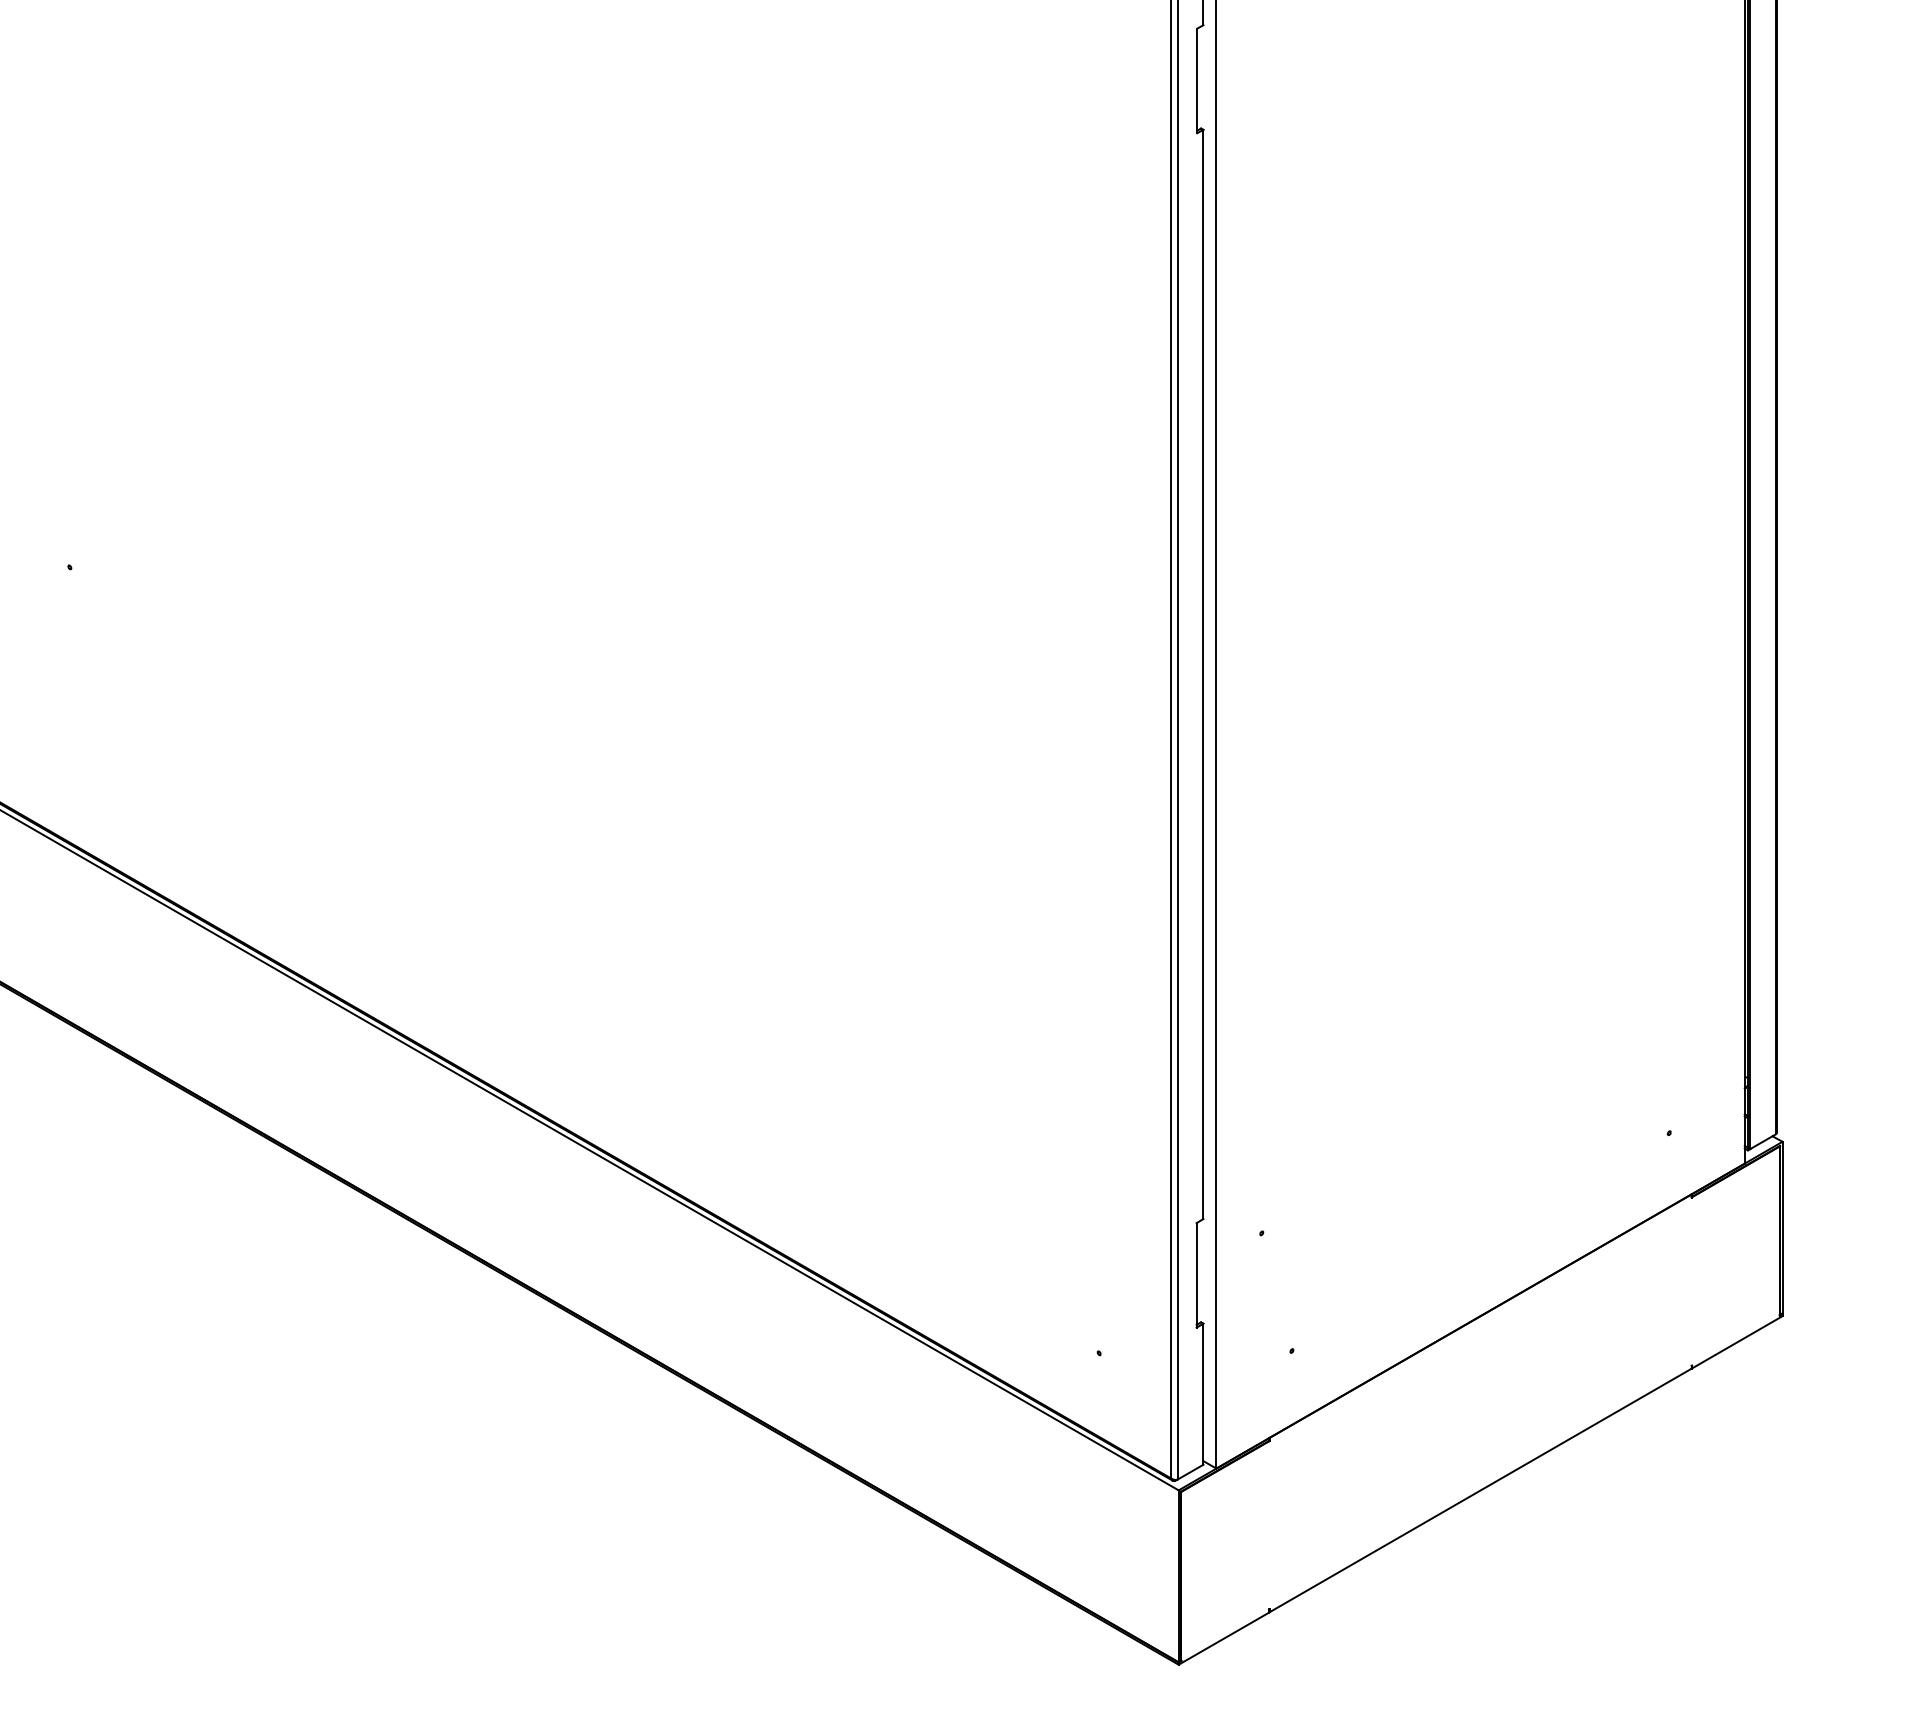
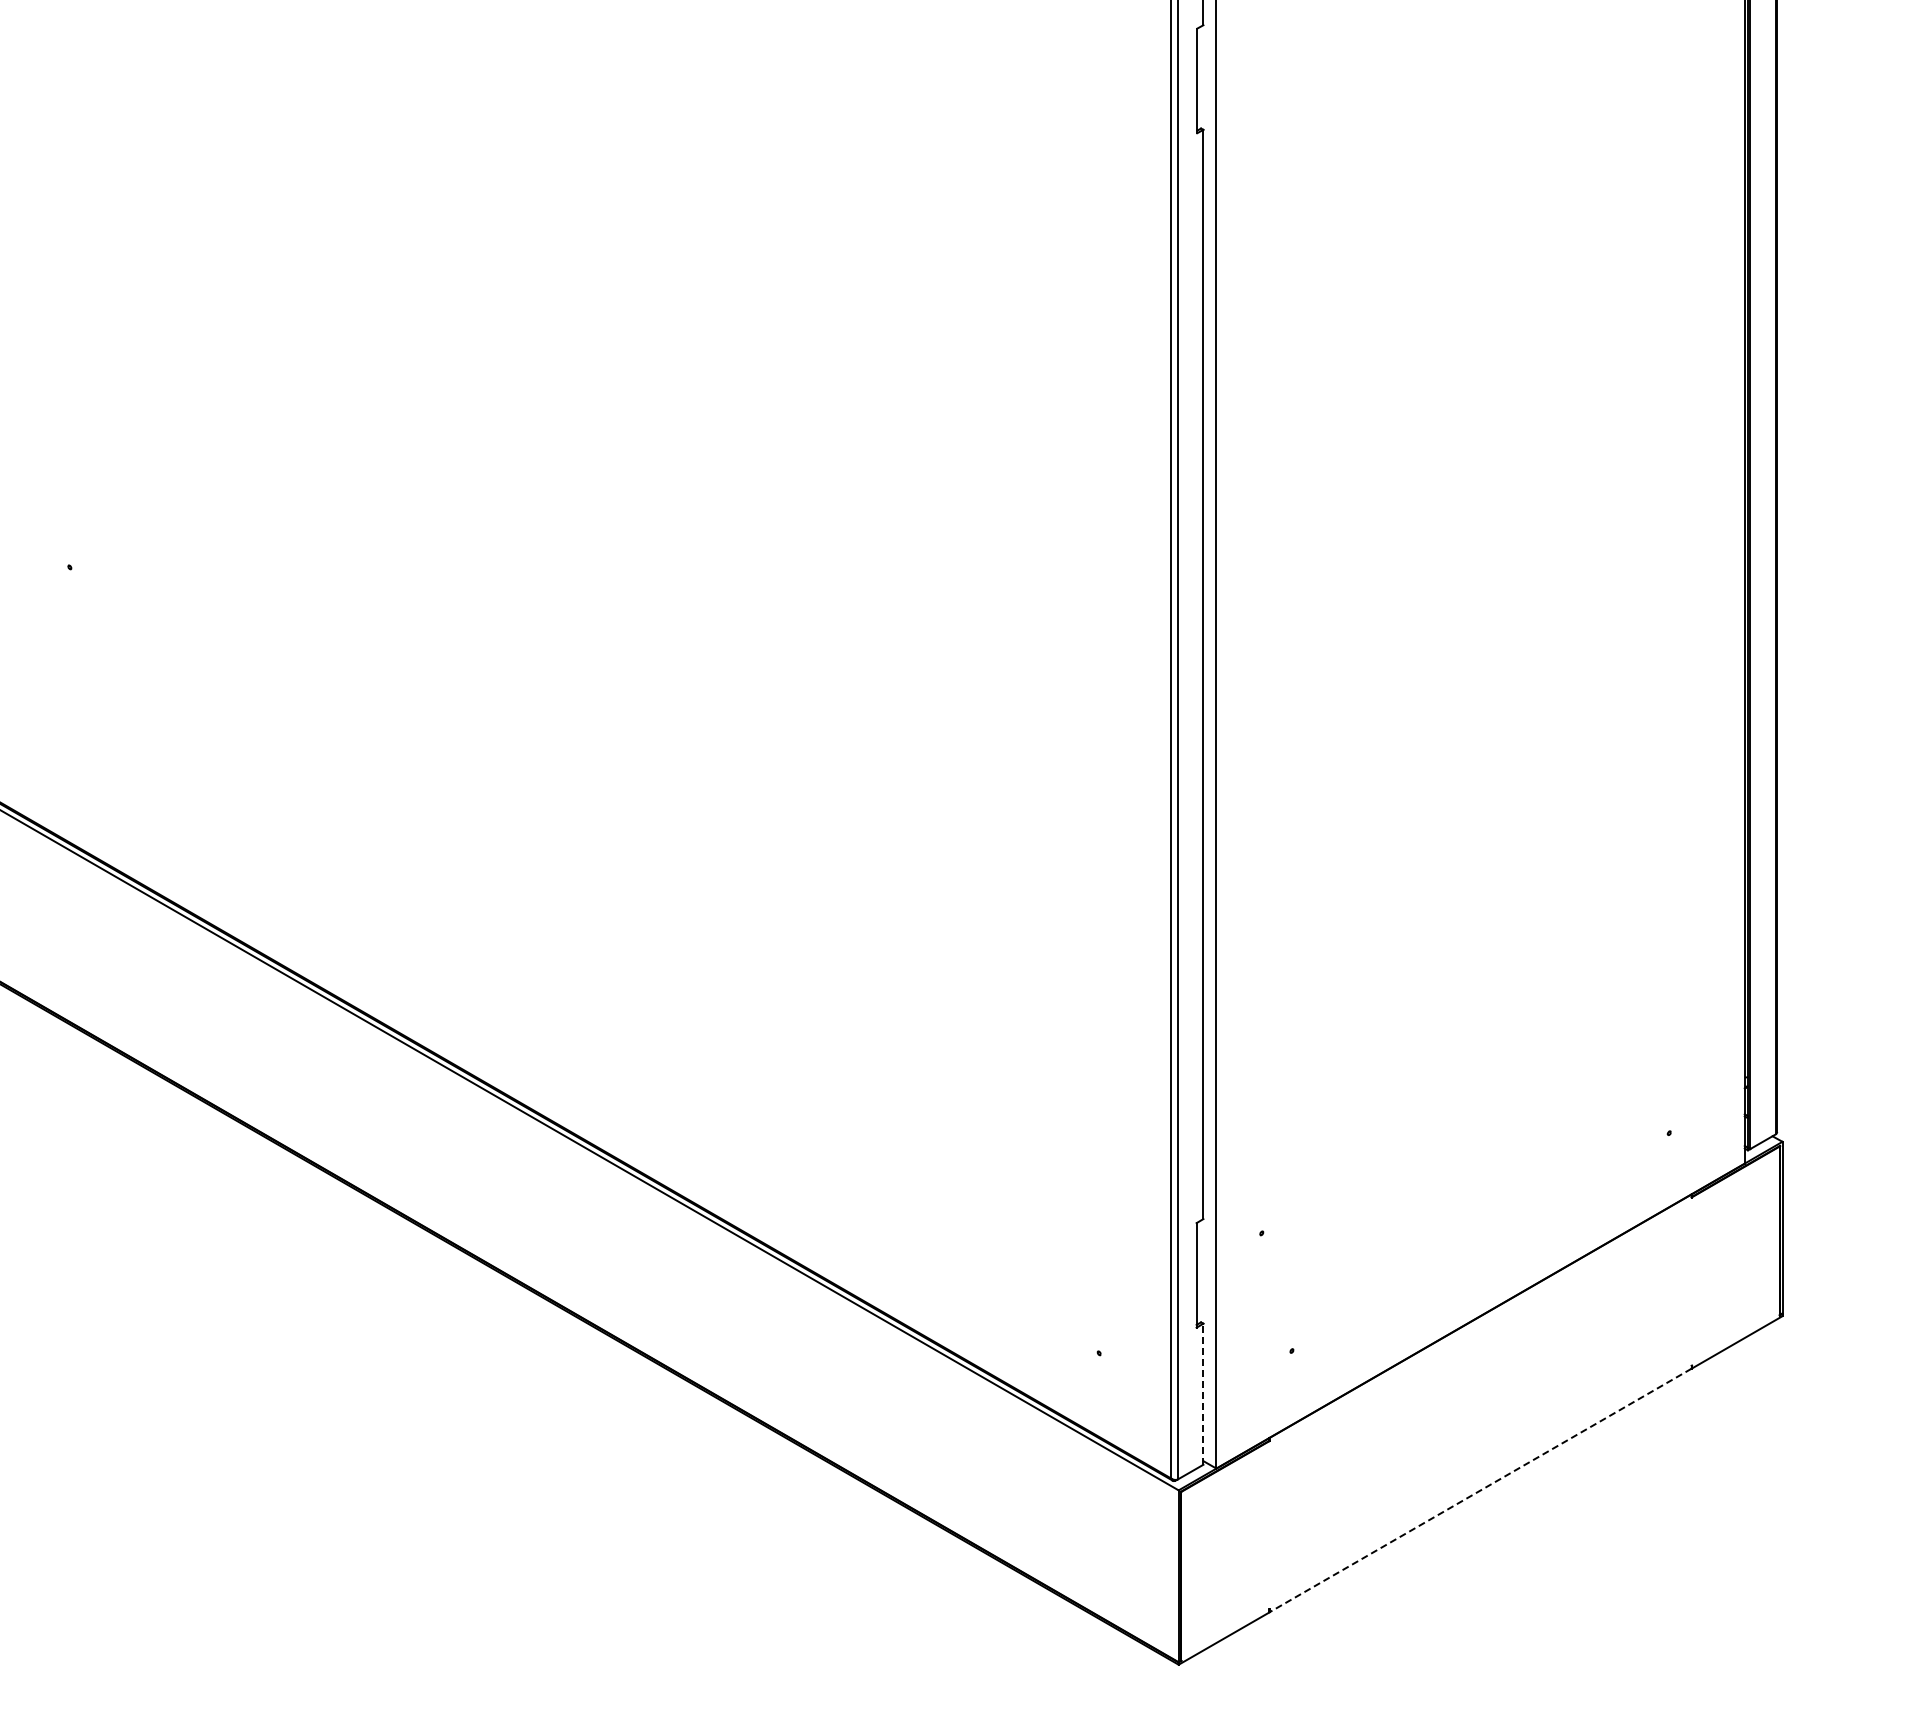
line at (1203, 1394): solid -> dashed
line at (1480, 1490): solid -> dashed
